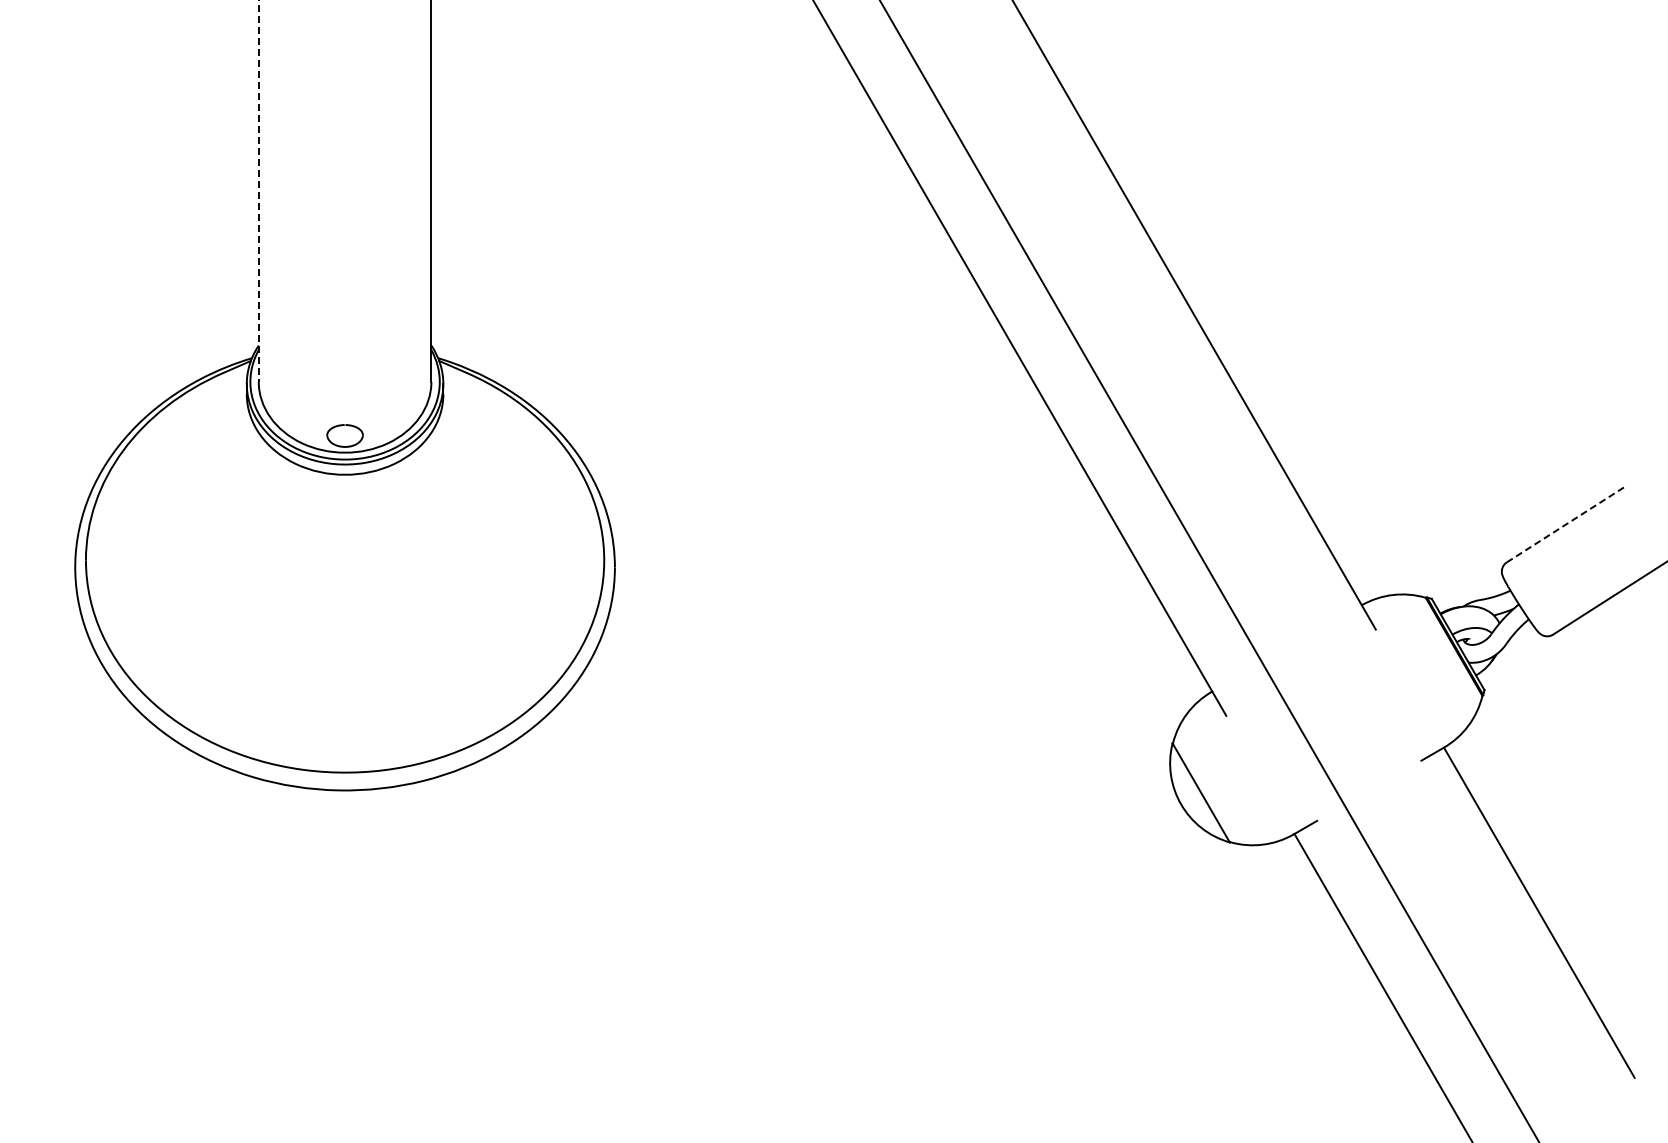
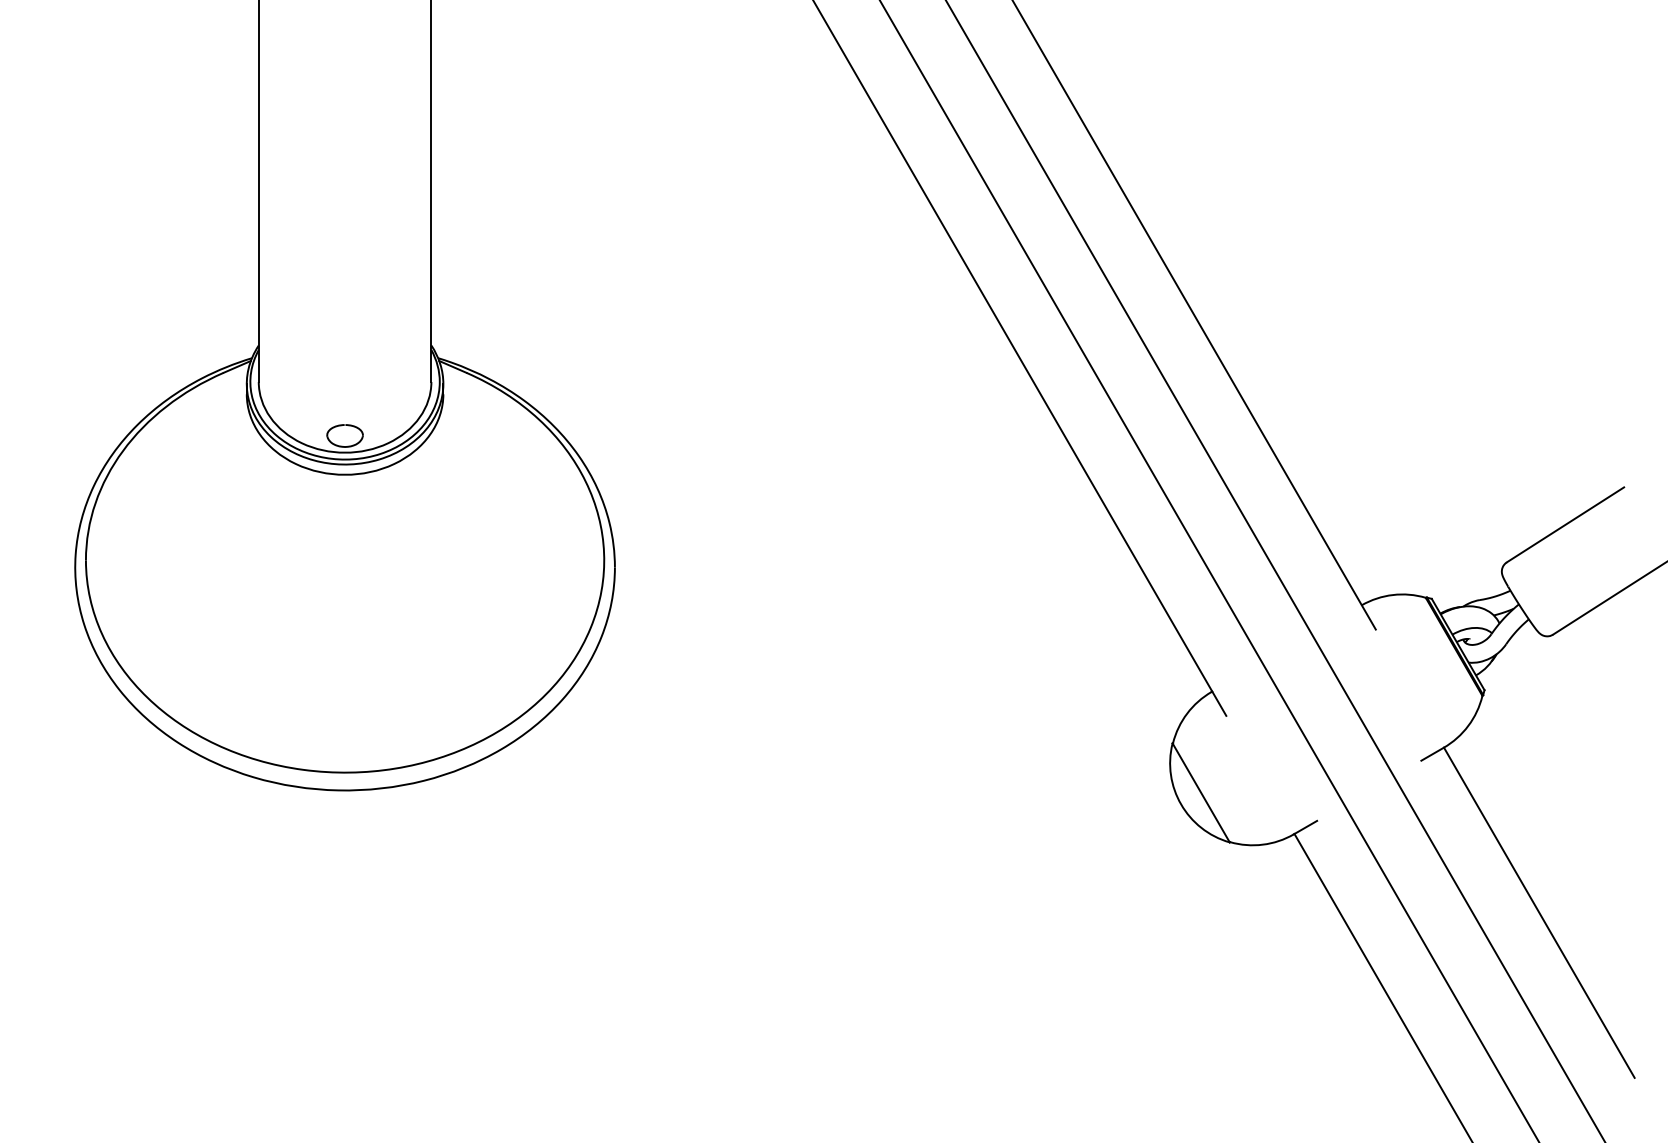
line at (258, 191): dashed -> solid
line at (1565, 524): dashed -> solid
line at (1275, 570): none -> present
